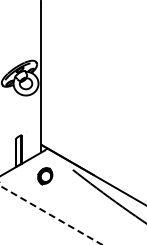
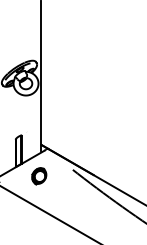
part at (45, 176) position: (45, 176) -> (39, 176)
line at (50, 215): dashed -> solid
